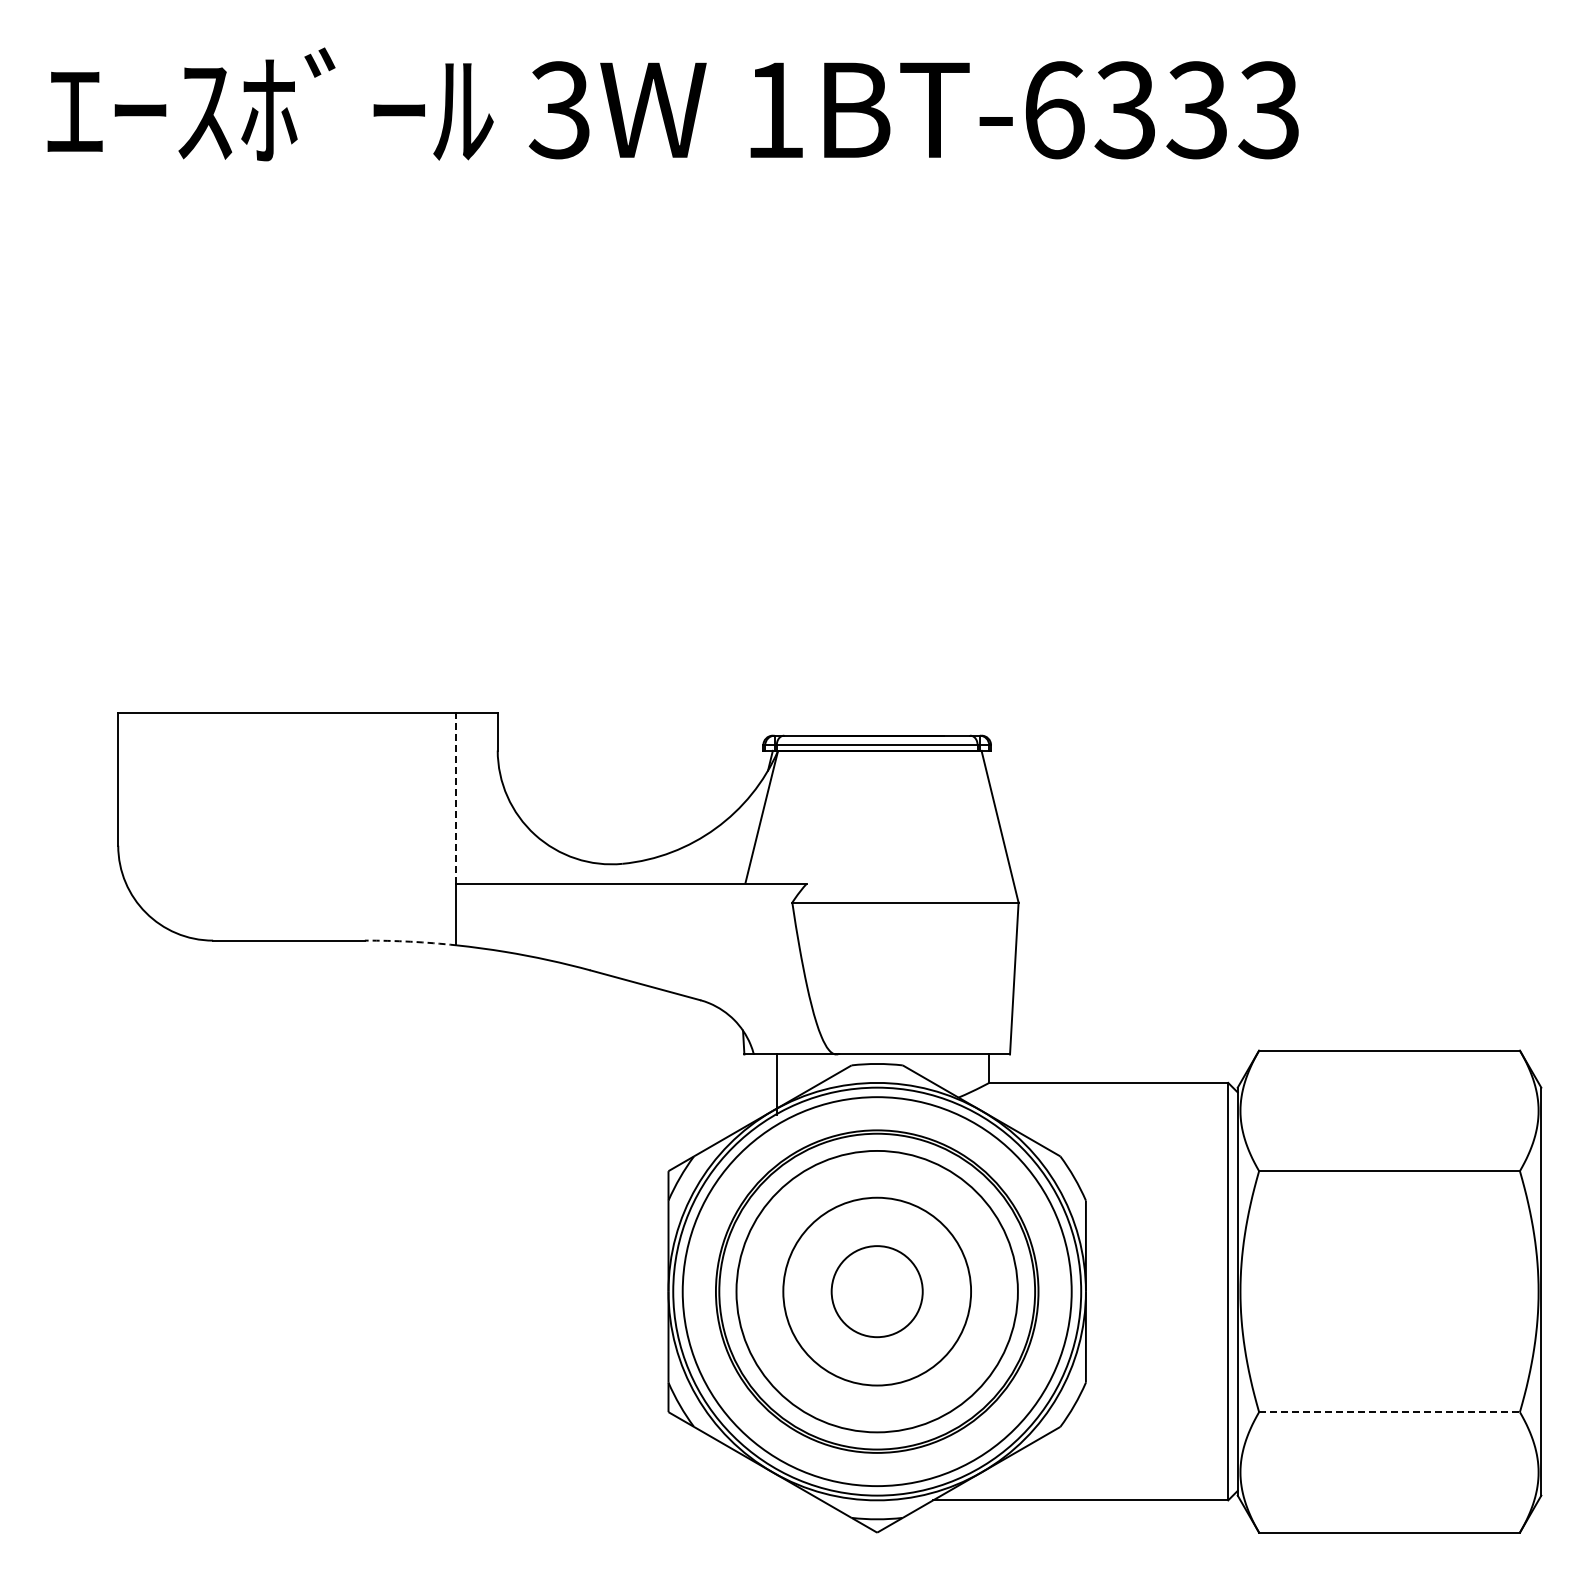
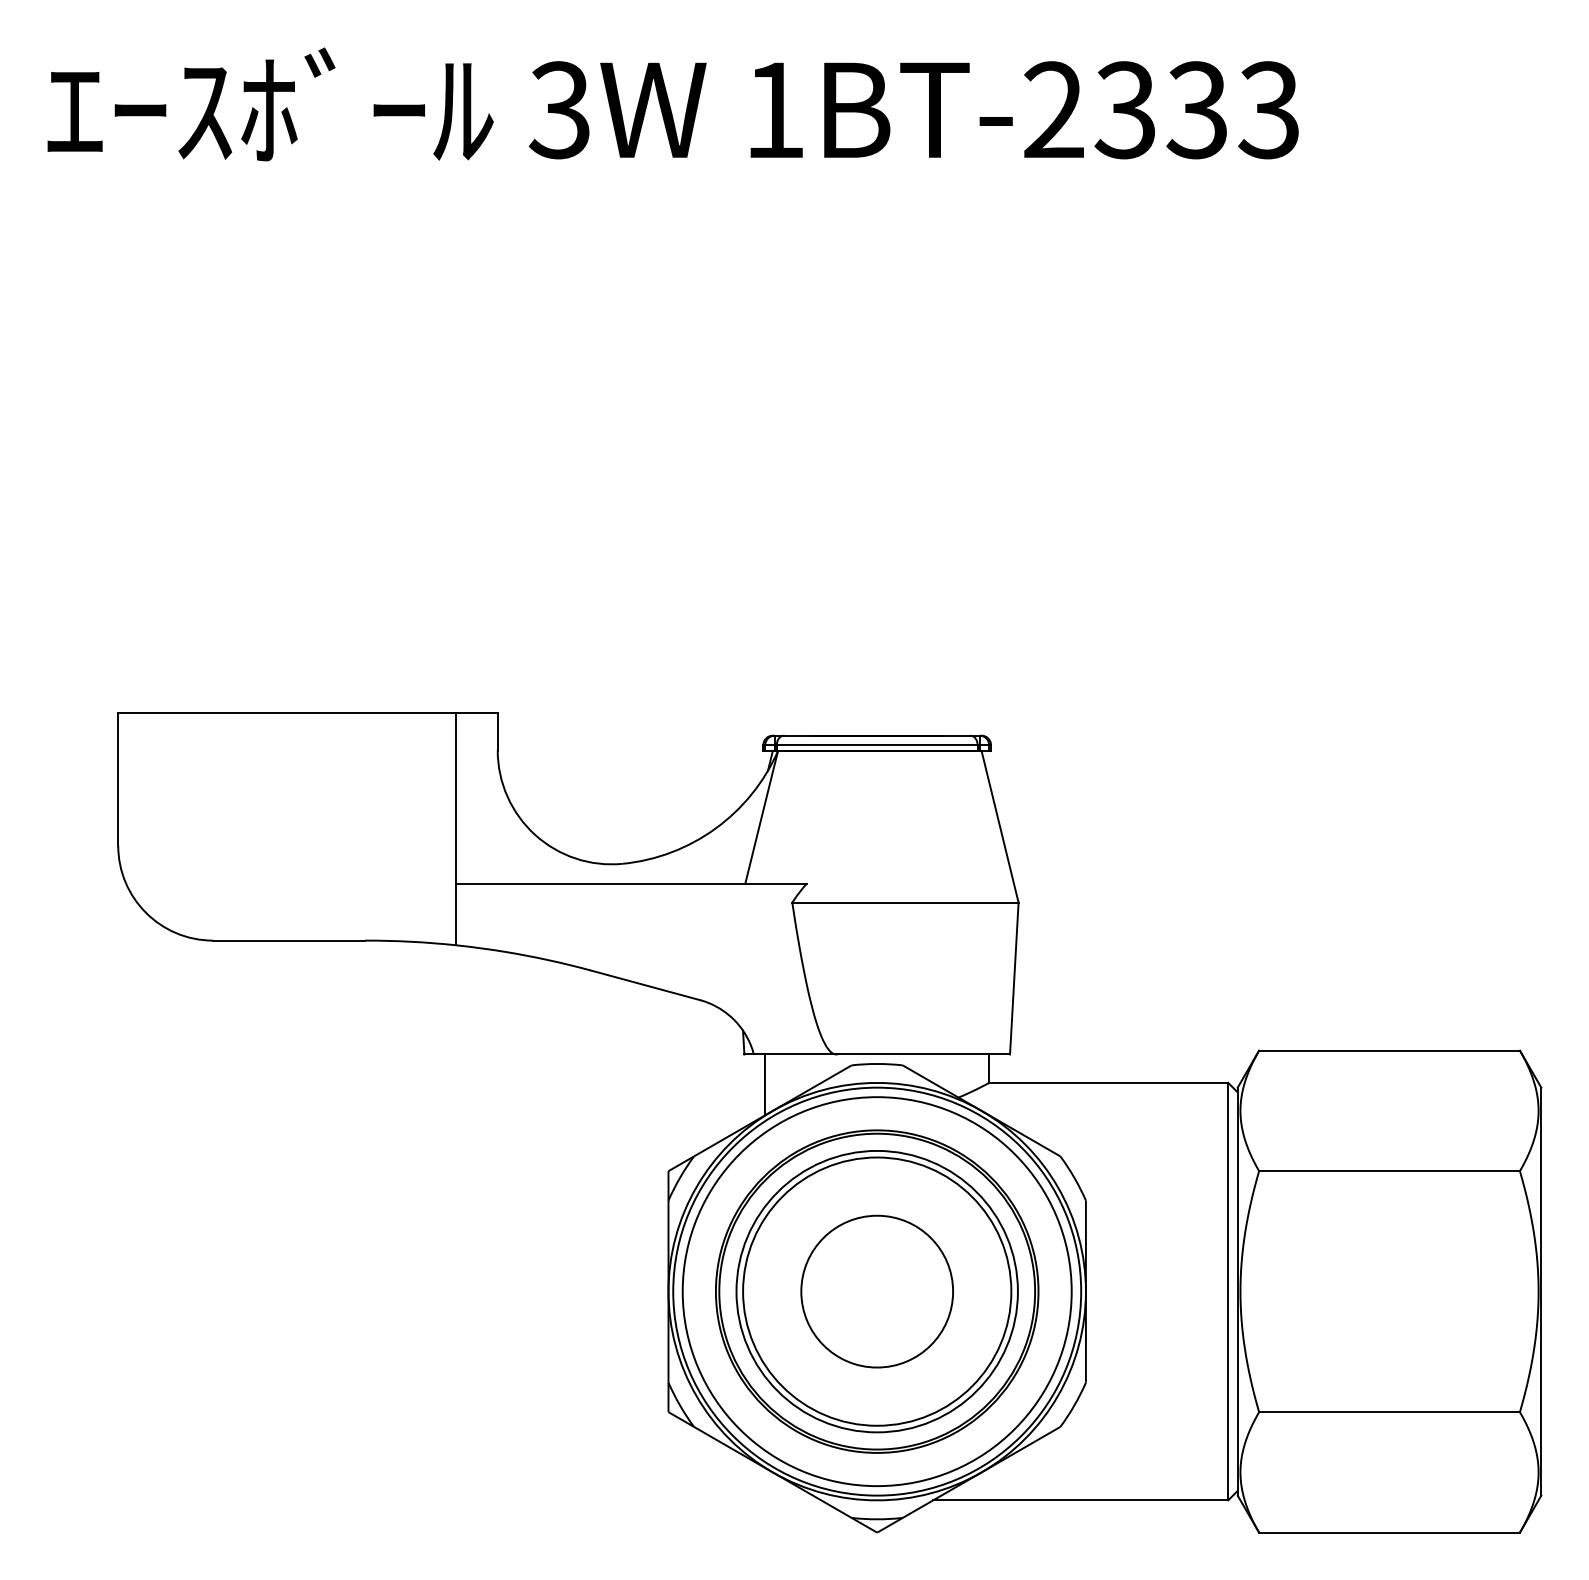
text at (1054, 110): 1BT-6333 -> 1BT-2333
line at (456, 797): dashed -> solid
arc at (410, 941): dashed -> solid
line at (777, 1084) position: (777, 1084) -> (765, 1084)
circle at (876, 1291) diameter: 91 px -> 152 px
circle at (877, 1291) diameter: 188 px -> 268 px
line at (1390, 1412): dashed -> solid
